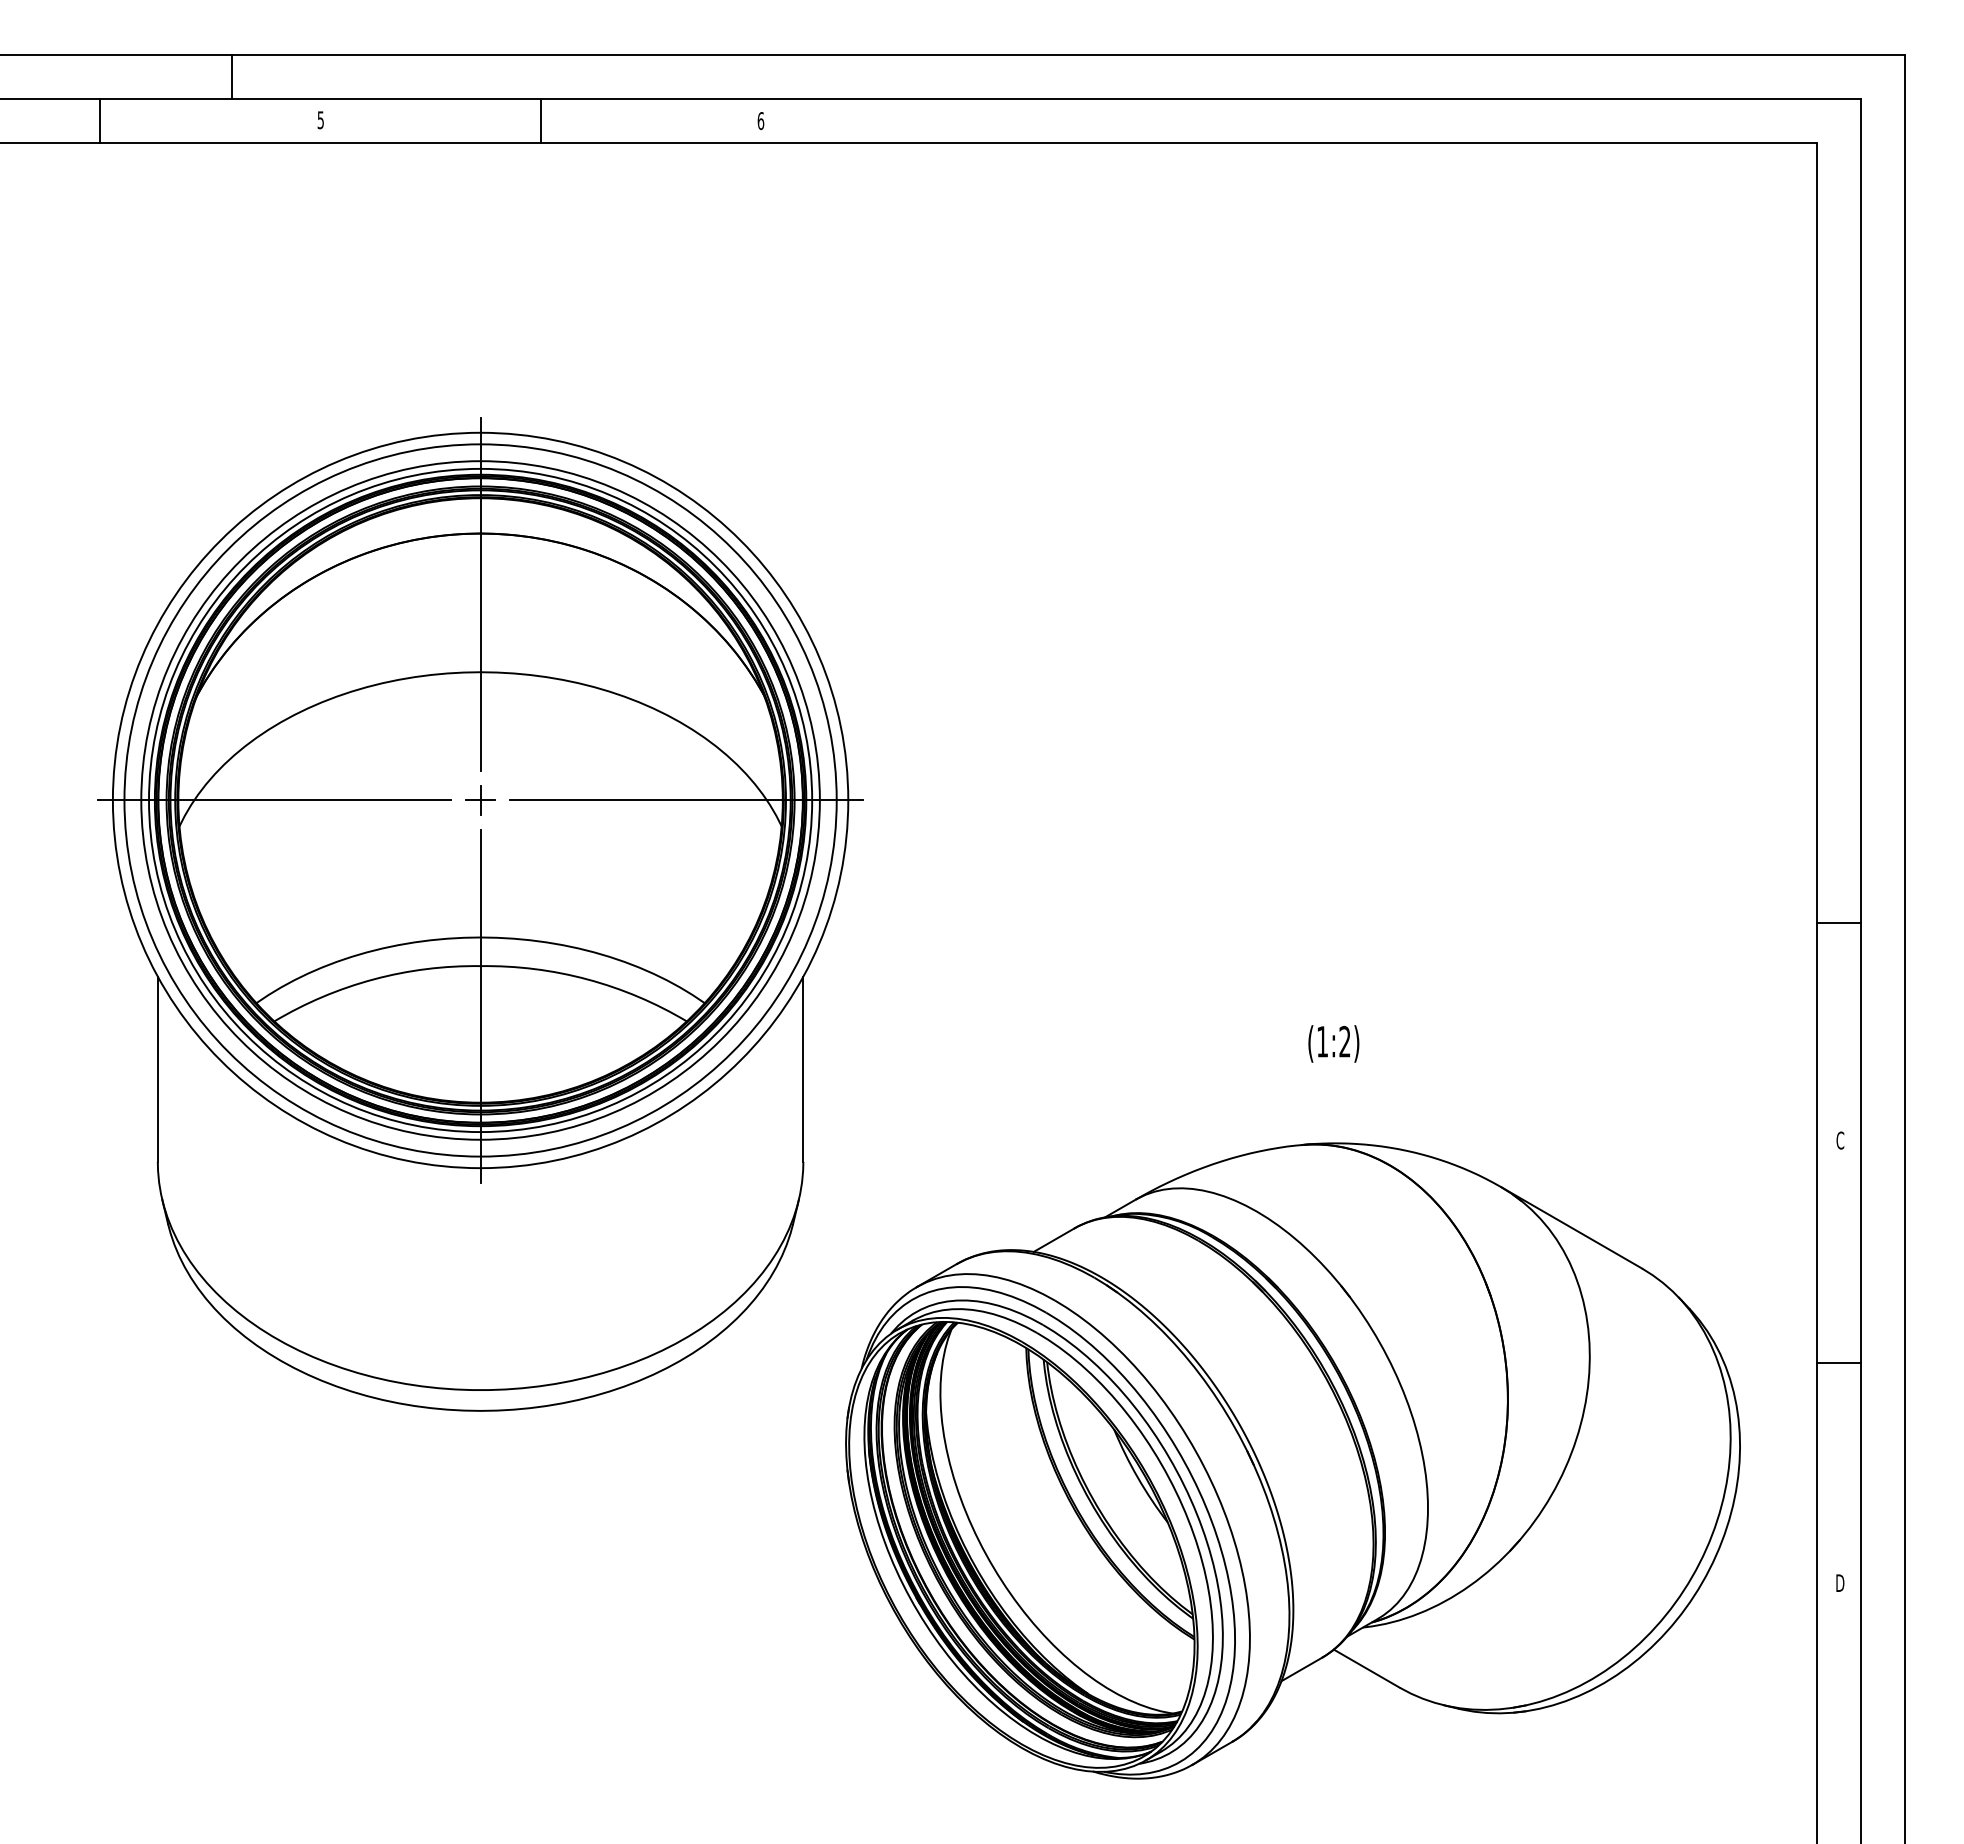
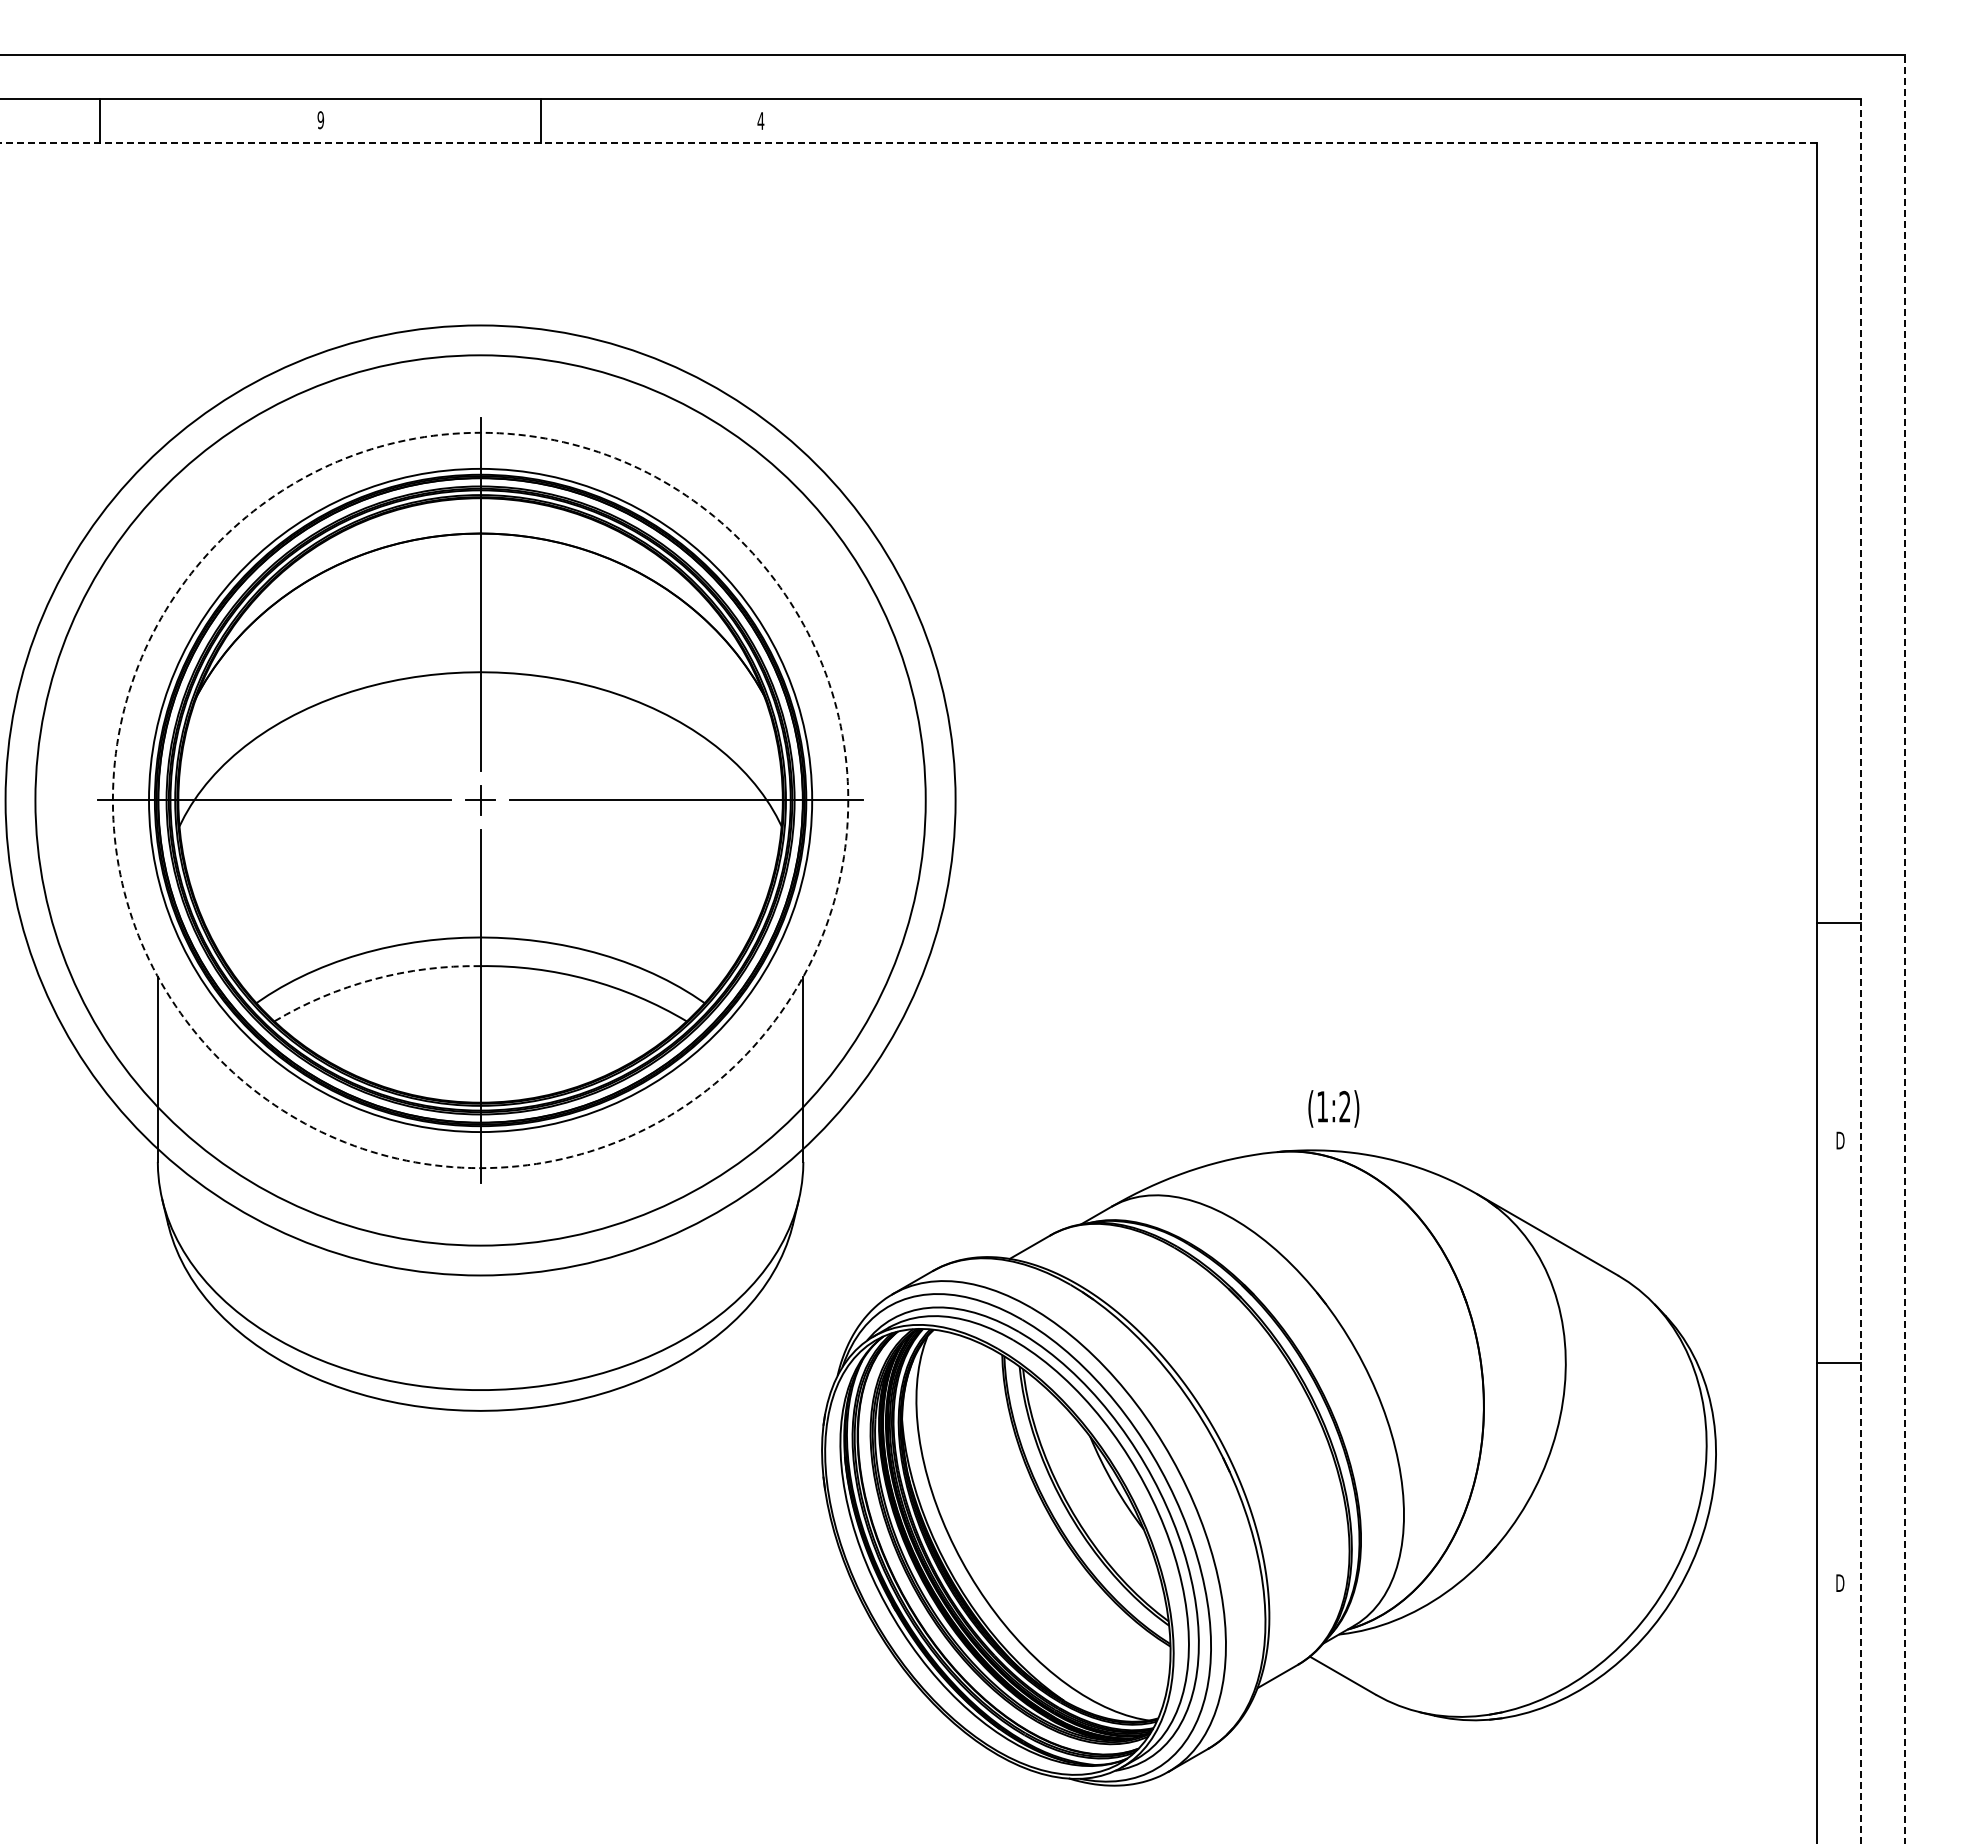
line at (232, 77): present -> none
text at (320, 119): 5 -> 9
text at (760, 121): 6 -> 4
line at (908, 143): solid -> dashed
circle at (480, 800) diameter: 679 px -> 950 px
circle at (480, 800) diameter: 712 px -> 890 px
circle at (480, 800): solid -> dashed
line at (1905, 949): solid -> dashed
line at (1861, 971): solid -> dashed
arc at (373, 979): solid -> dashed
text at (1333, 1043) position: (1333, 1043) -> (1333, 1108)
text at (1840, 1140): C -> D
part at (1292, 1460) position: (1292, 1460) -> (1268, 1467)
